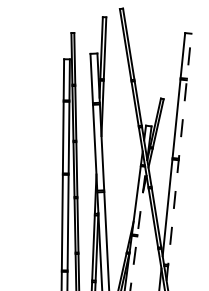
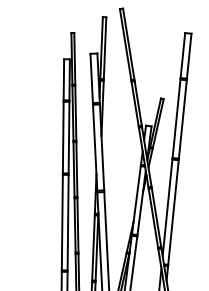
line at (179, 156): dashed -> solid
line at (138, 230): dashed -> solid
